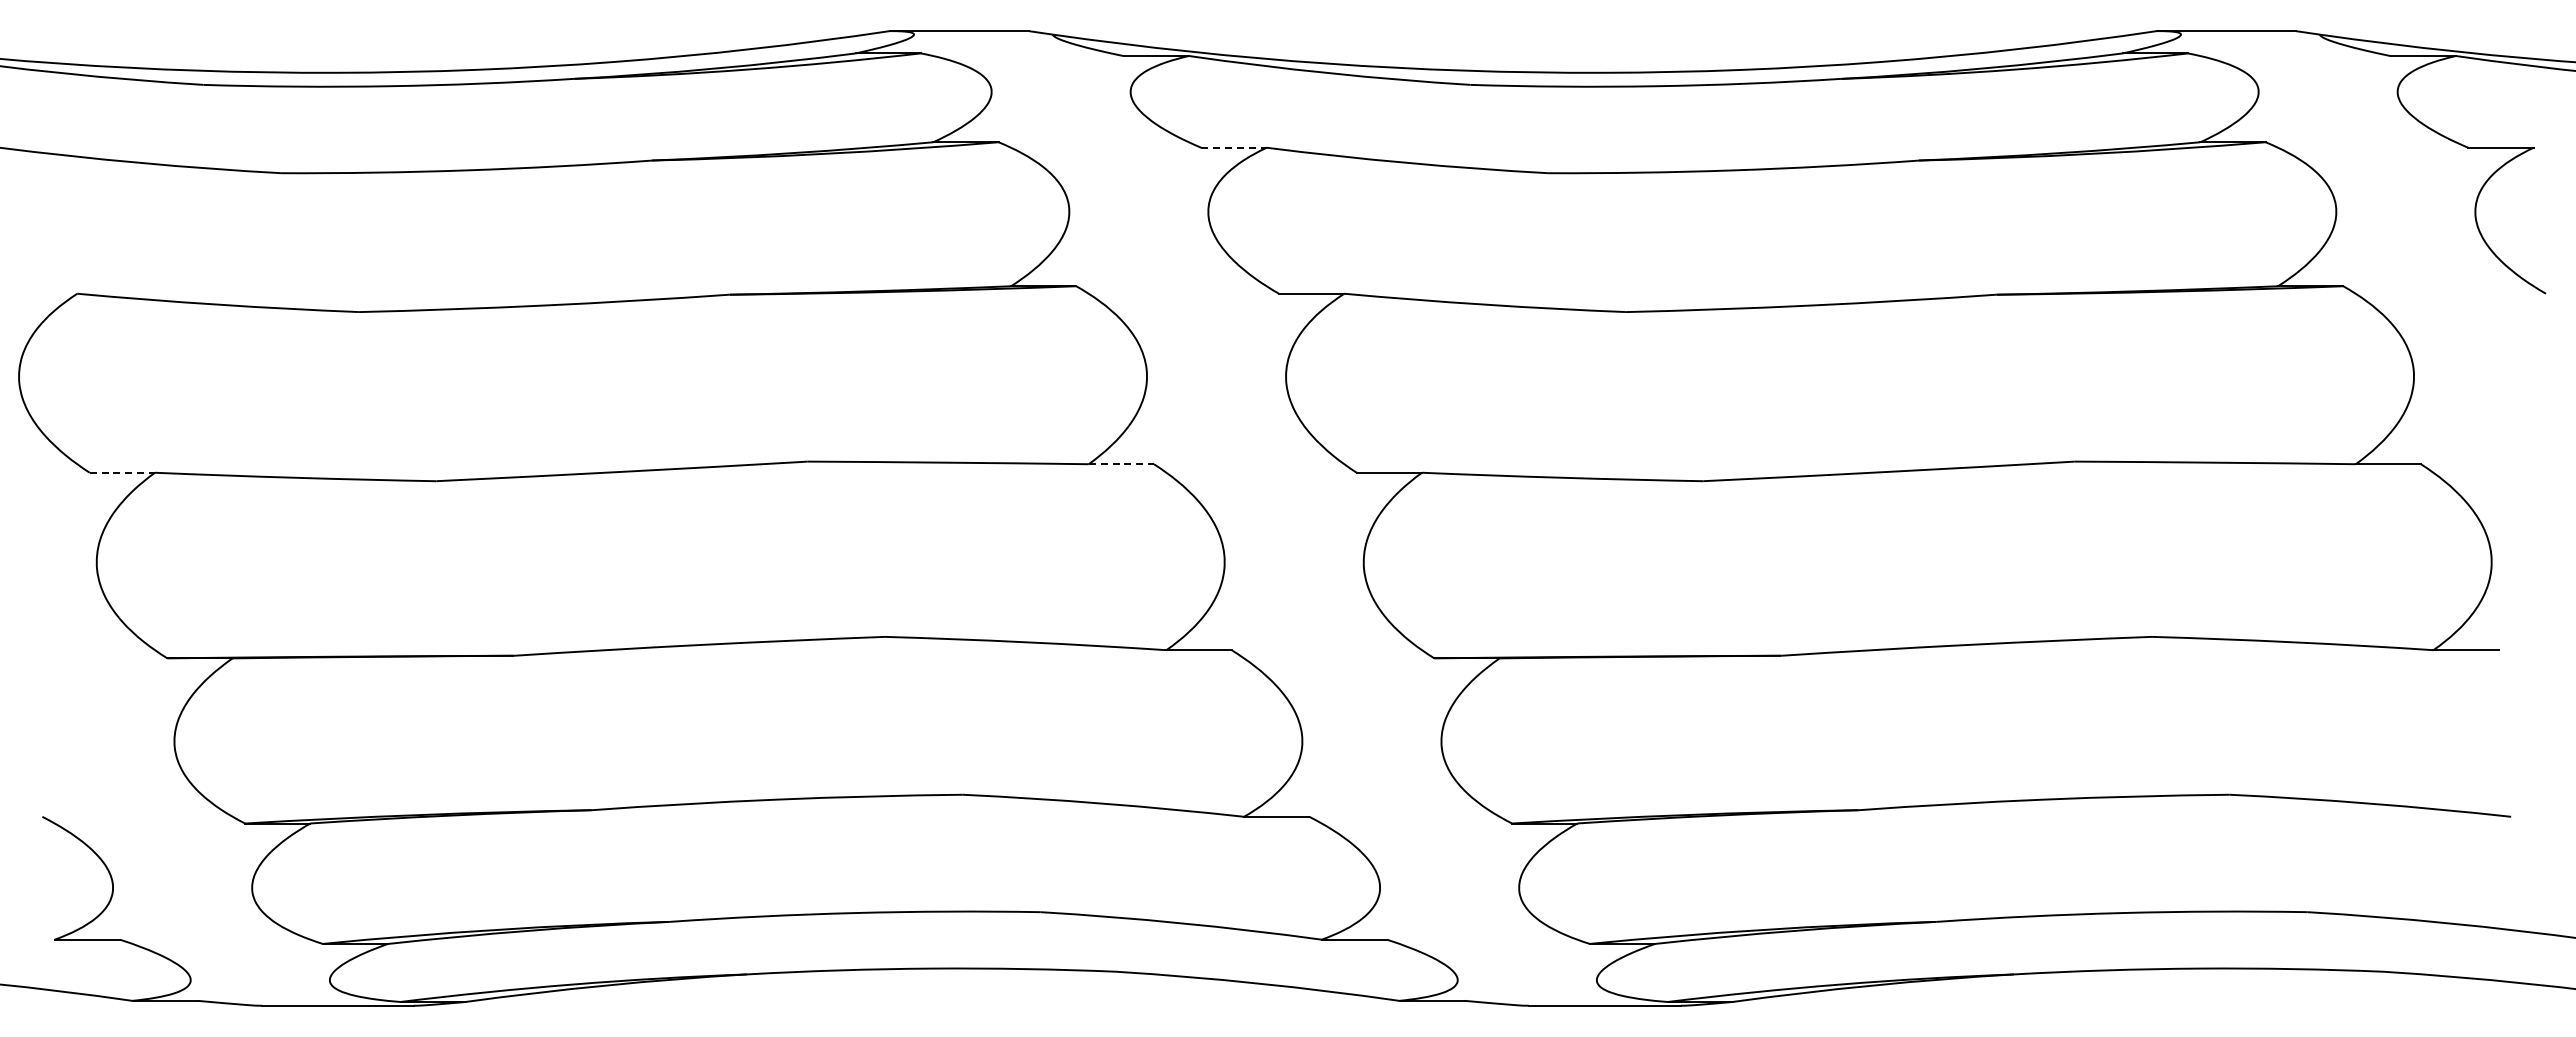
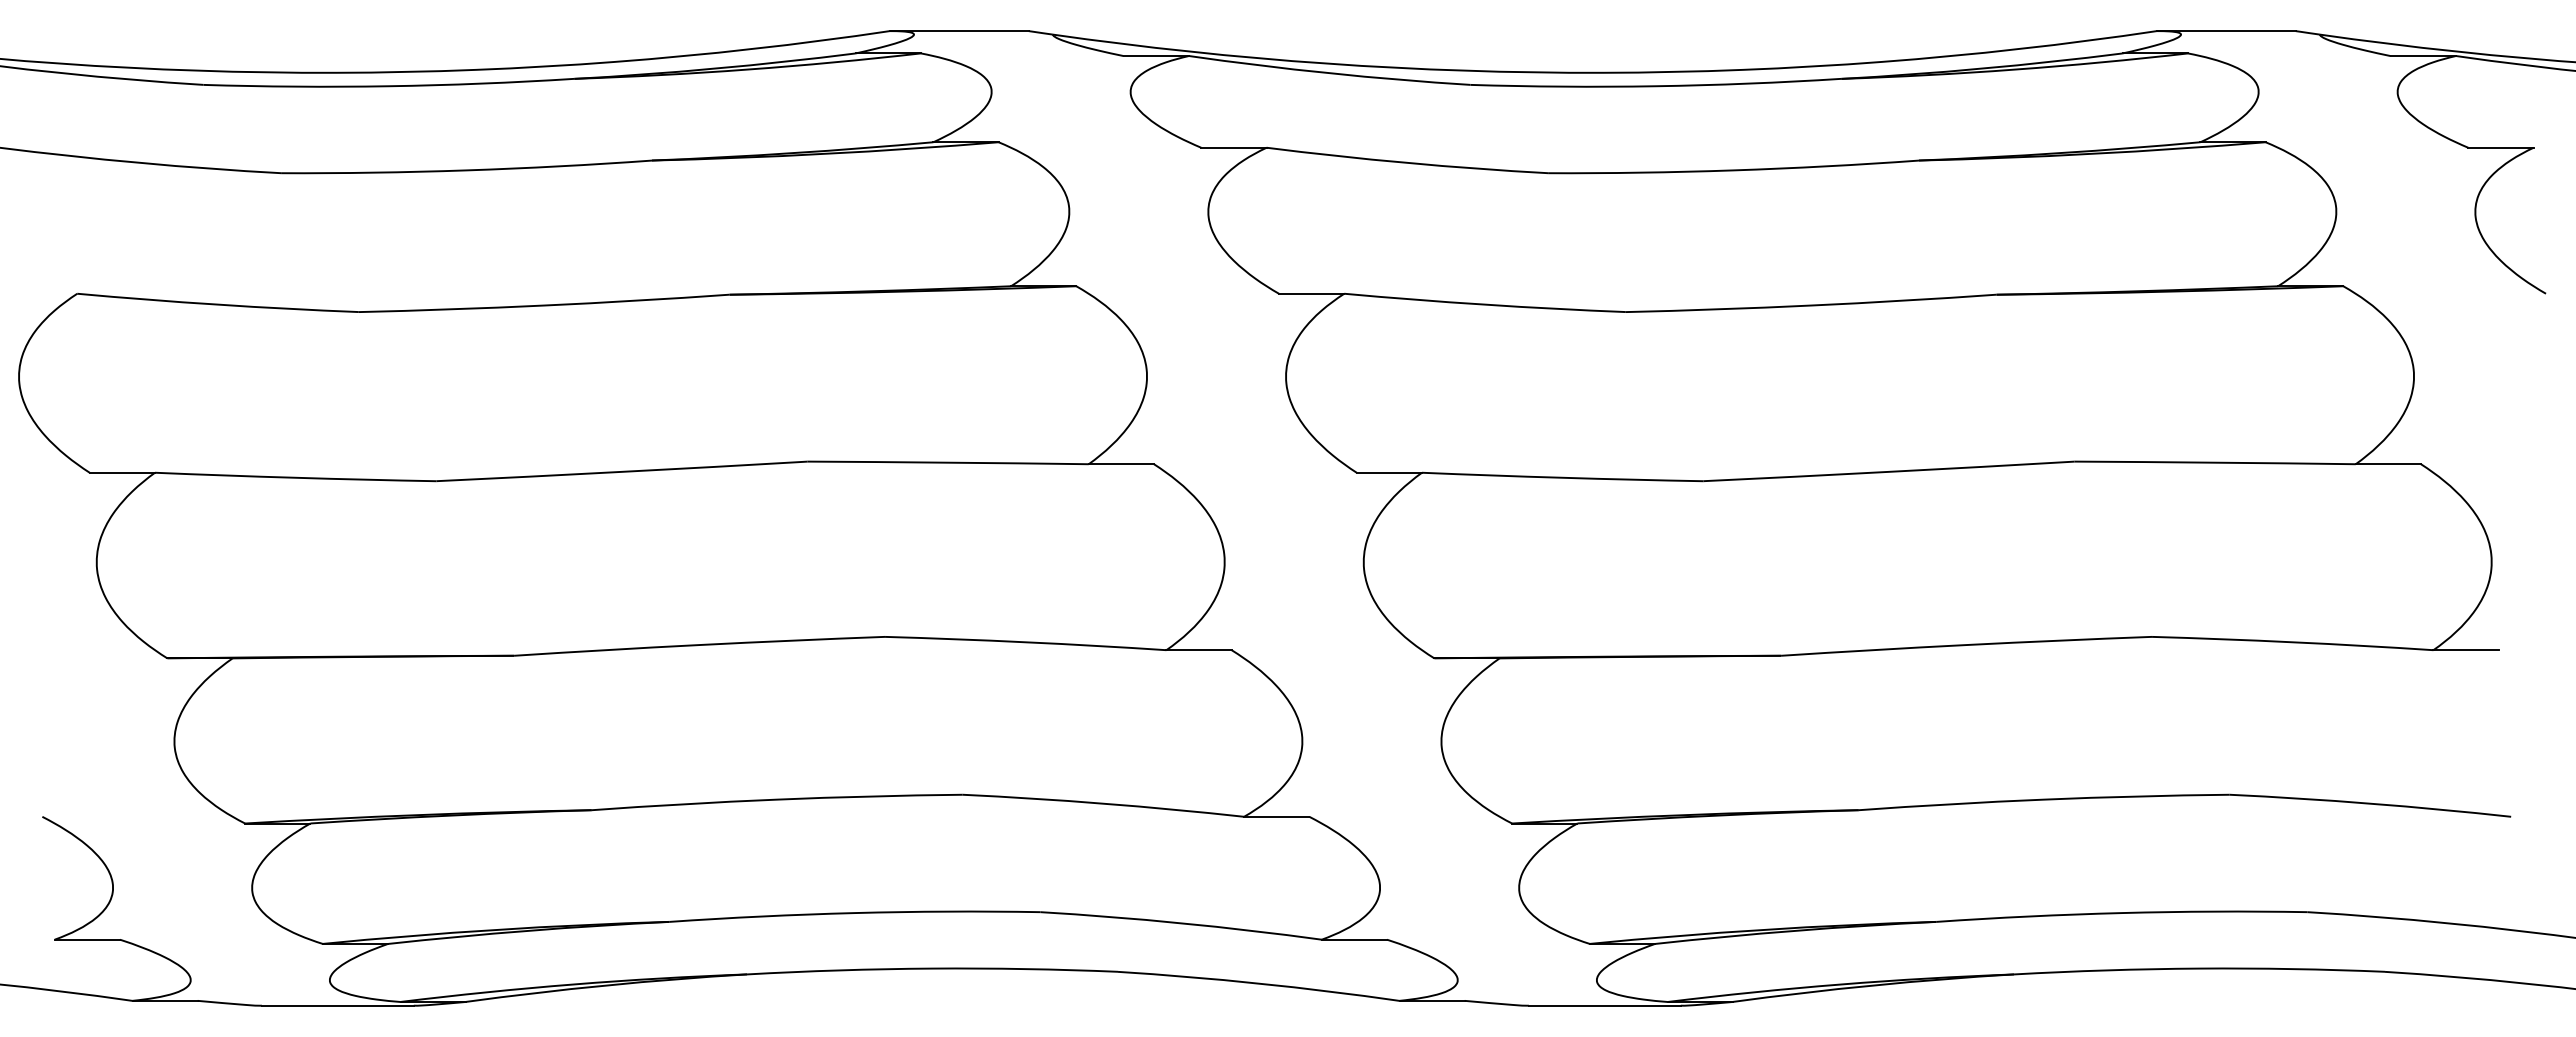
line at (1233, 147): dashed -> solid
line at (1121, 464): dashed -> solid
line at (122, 472): dashed -> solid
